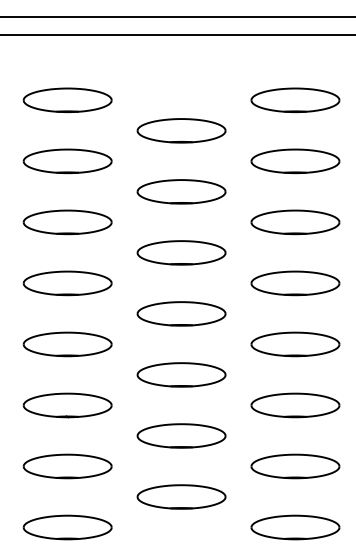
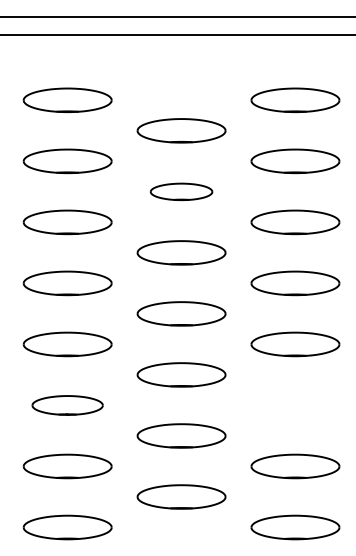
part at (181, 191) size: 91x26 px -> 65x19 px
part at (67, 405) size: 91x27 px -> 73x21 px
part at (295, 405): present -> none
